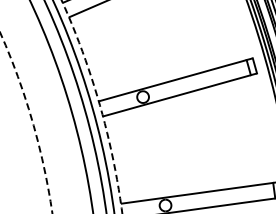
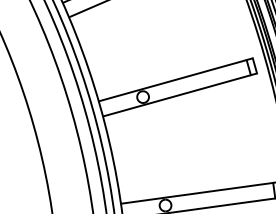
circle at (91, 106): dashed -> solid
arc at (32, 121): dashed -> solid
